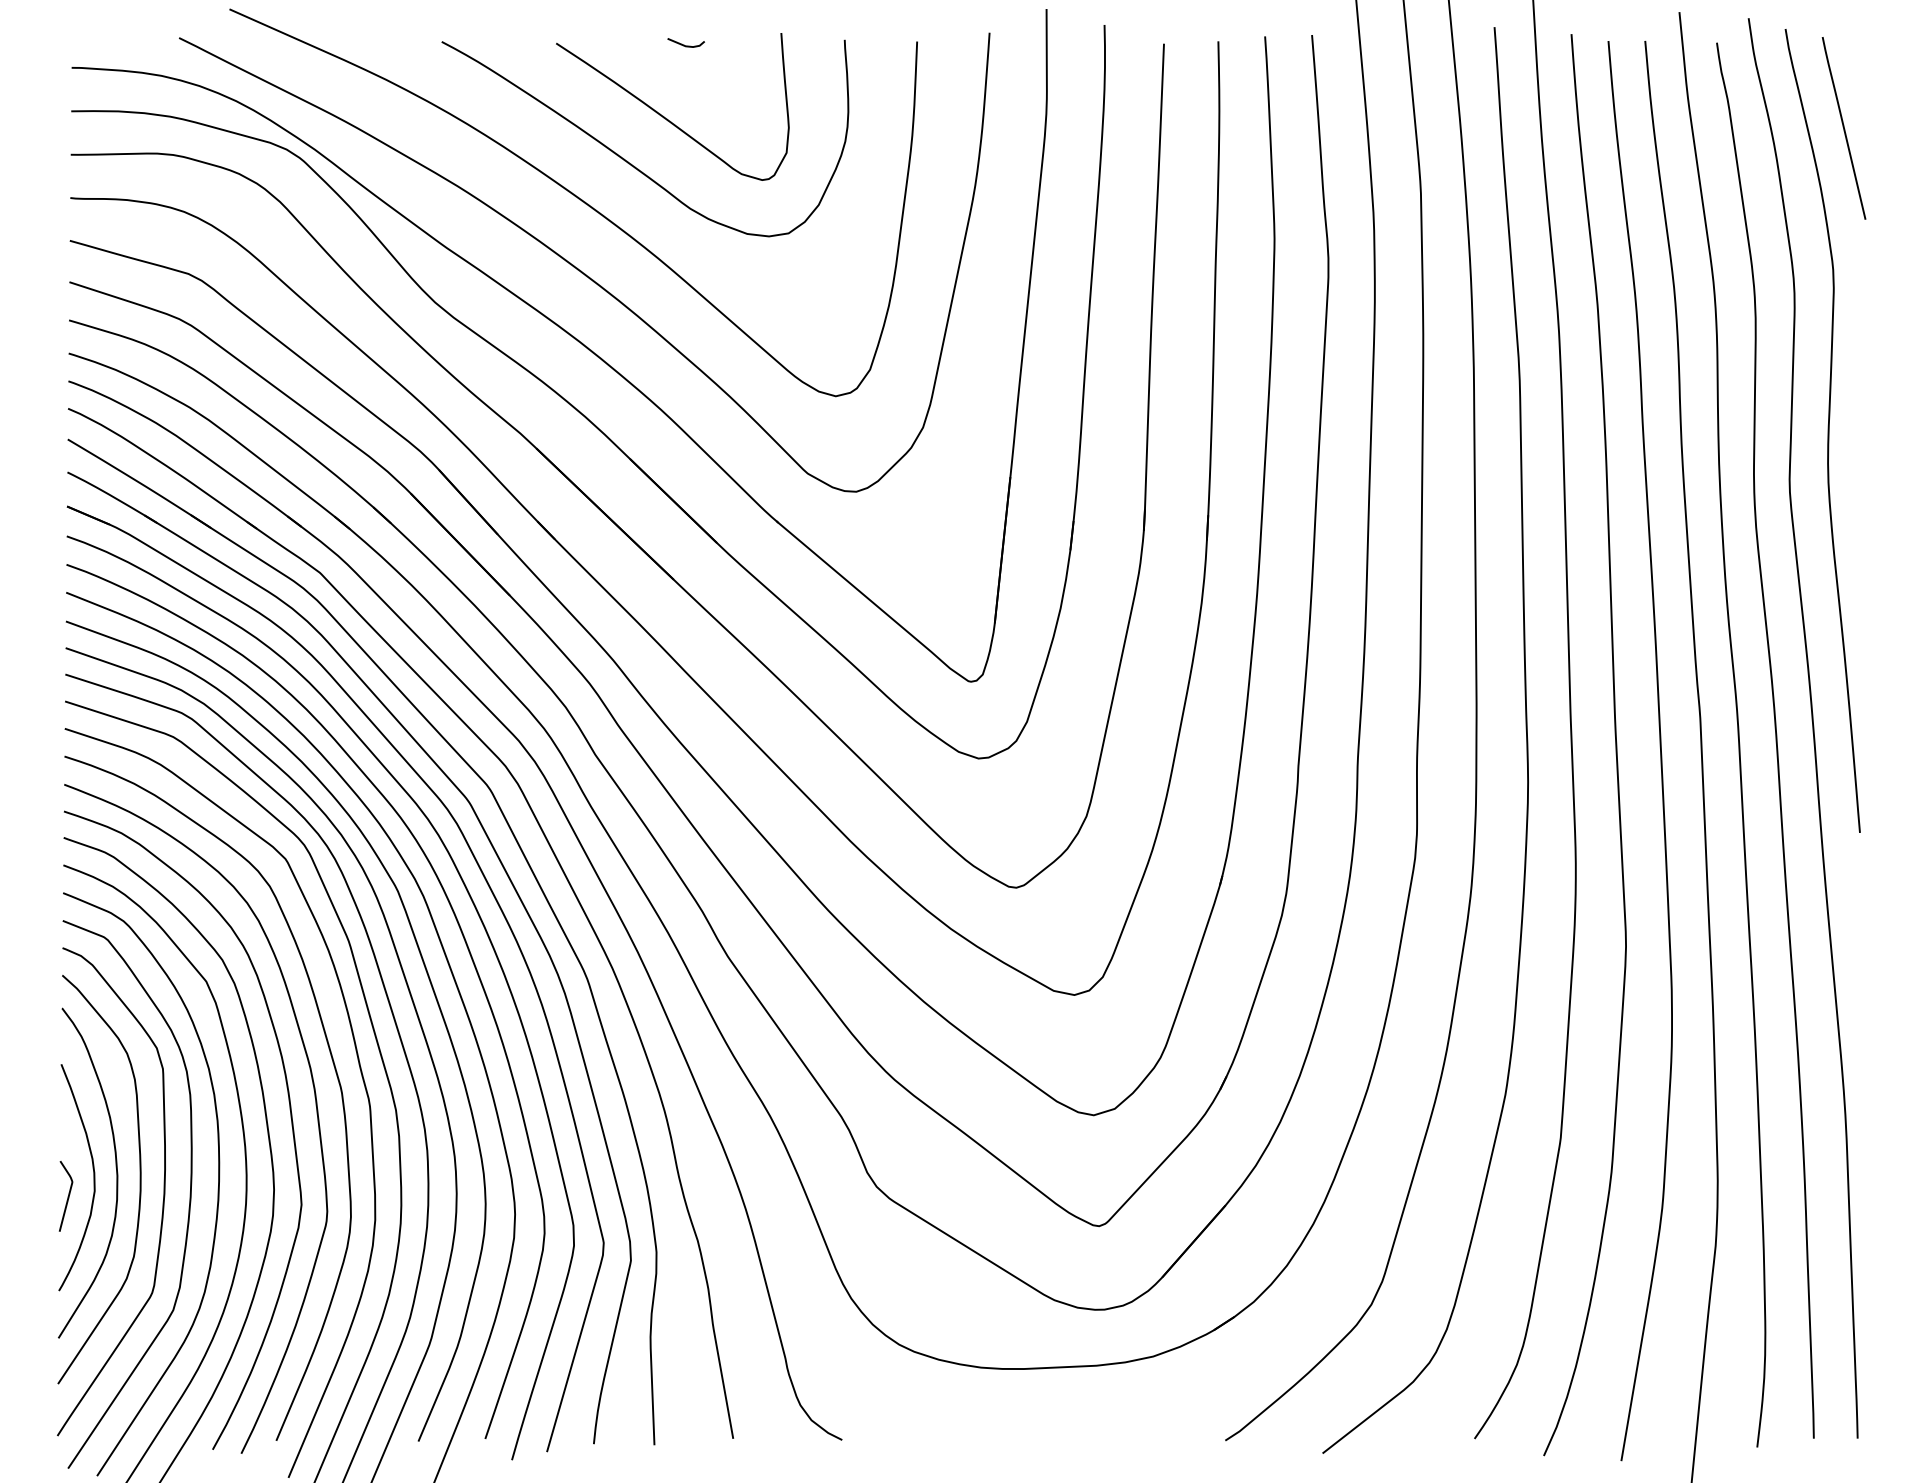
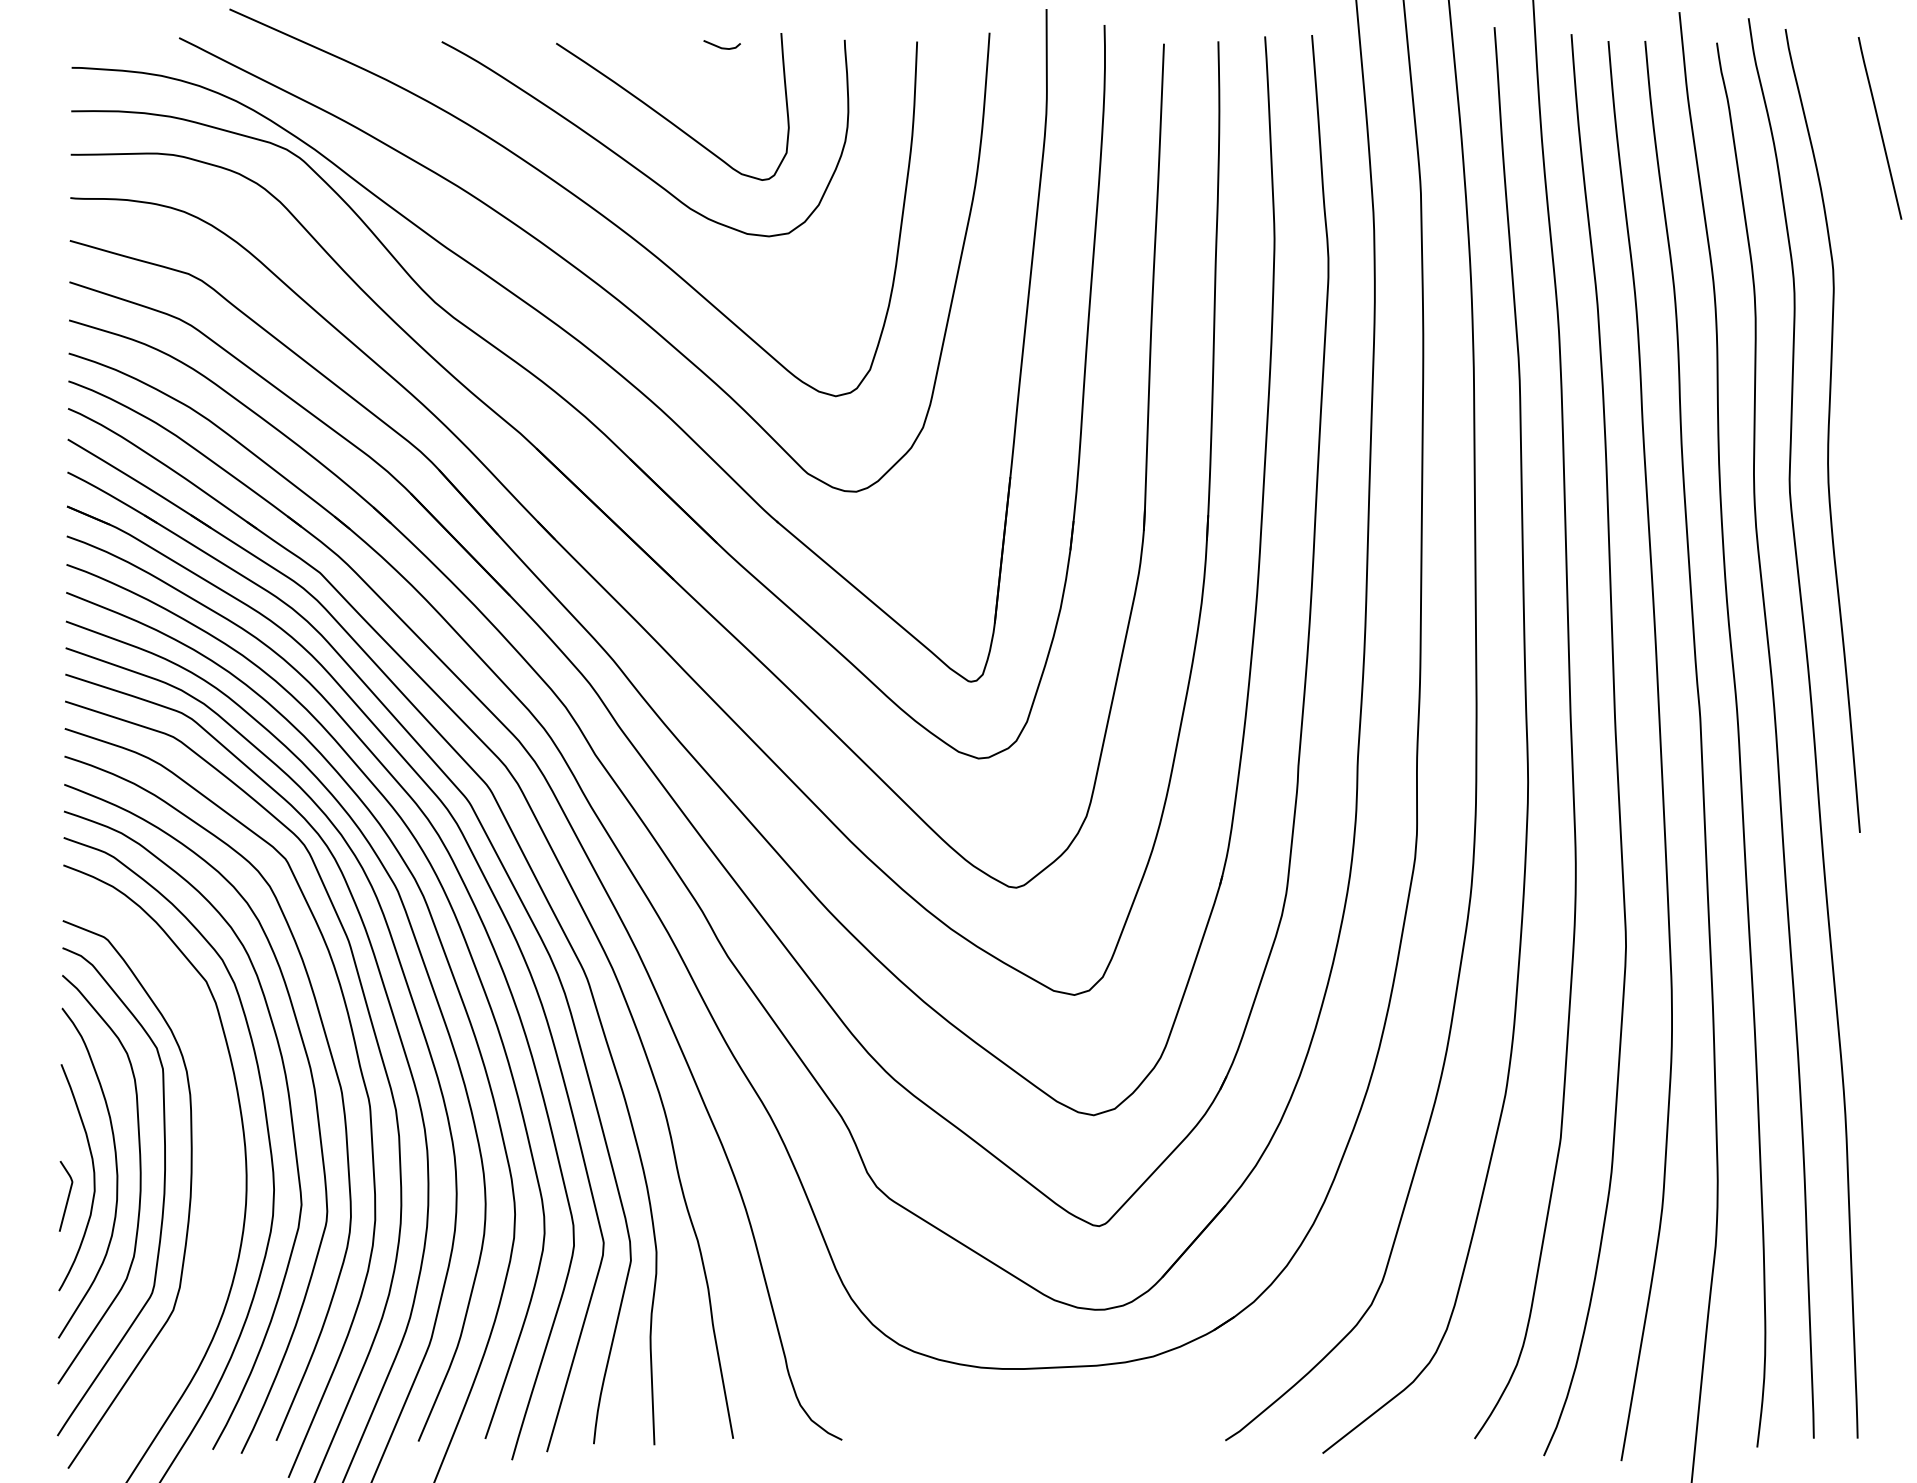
line at (684, 44) position: (684, 44) -> (720, 46)
line at (1843, 128) position: (1843, 128) -> (1879, 128)
curve at (217, 1189): present -> none
